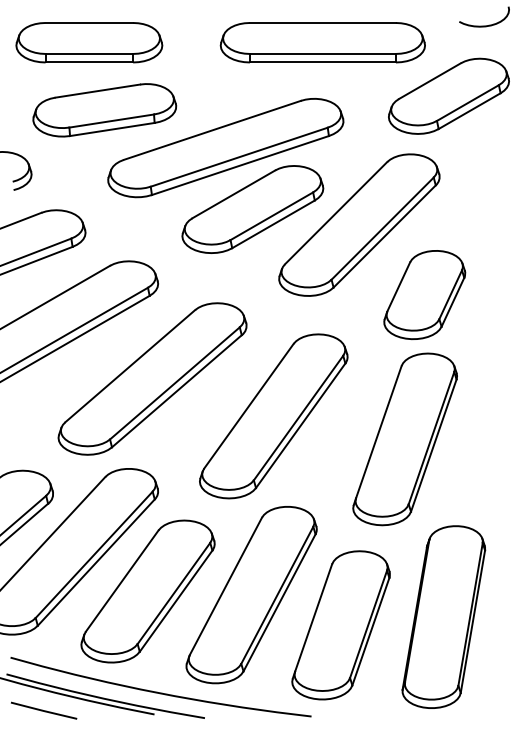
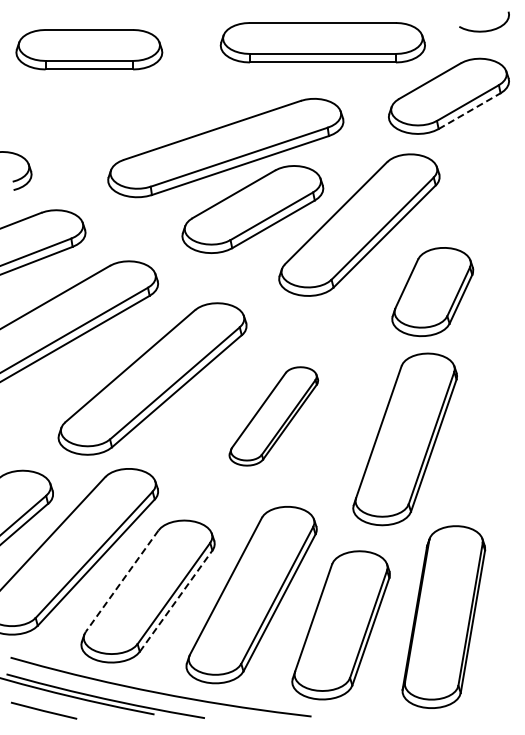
curve at (484, 25) position: (484, 25) -> (484, 30)
part at (89, 42) position: (89, 42) -> (89, 49)
part at (104, 110): present -> none
line at (469, 111): solid -> dashed
part at (424, 295) position: (424, 295) -> (432, 292)
part at (273, 416) size: 150x167 px -> 92x101 px
line at (121, 581): solid -> dashed
line at (176, 600): solid -> dashed
